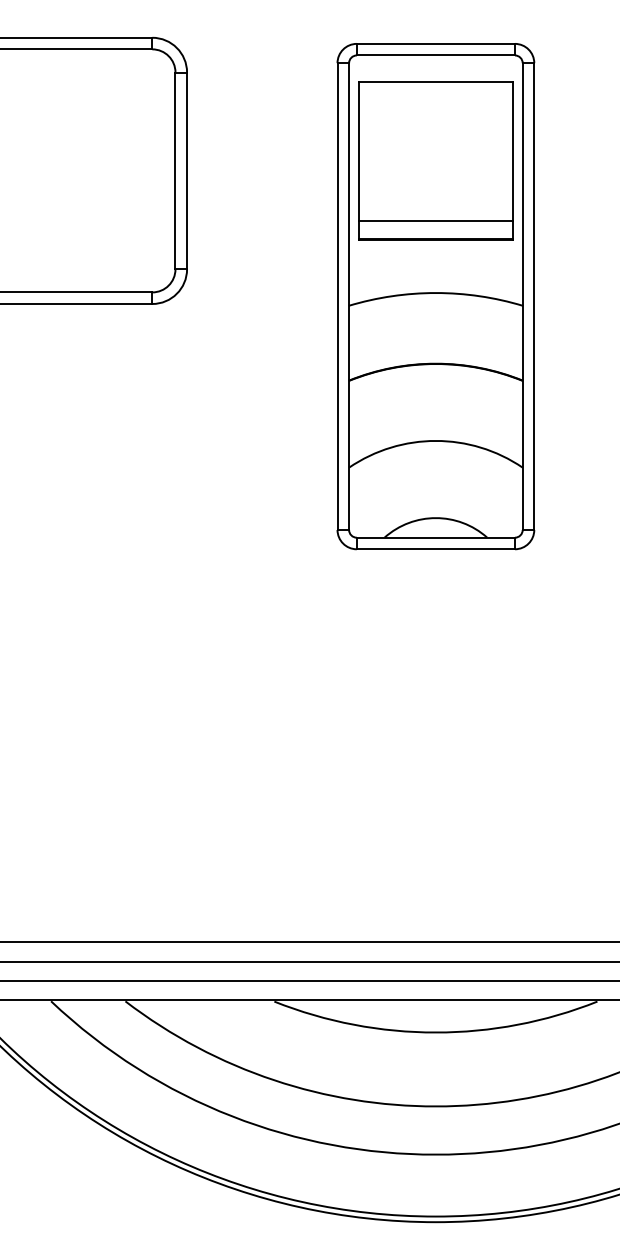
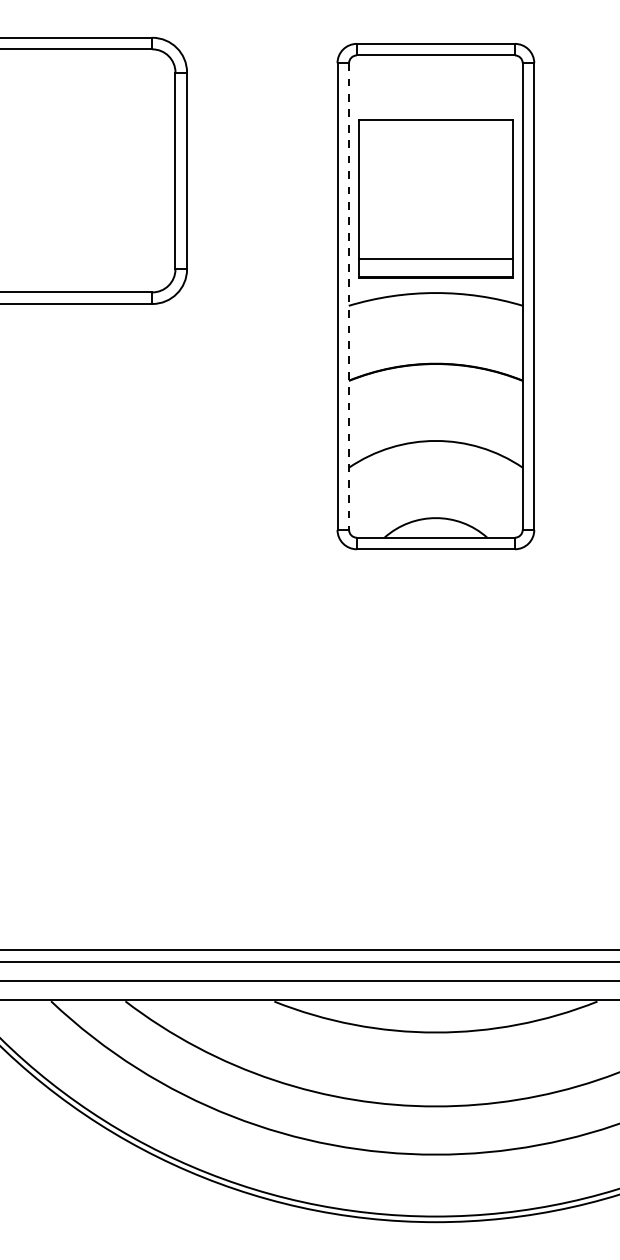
part at (435, 160) position: (435, 160) -> (435, 198)
line at (349, 297): solid -> dashed
line at (309, 942) position: (309, 942) -> (309, 950)
